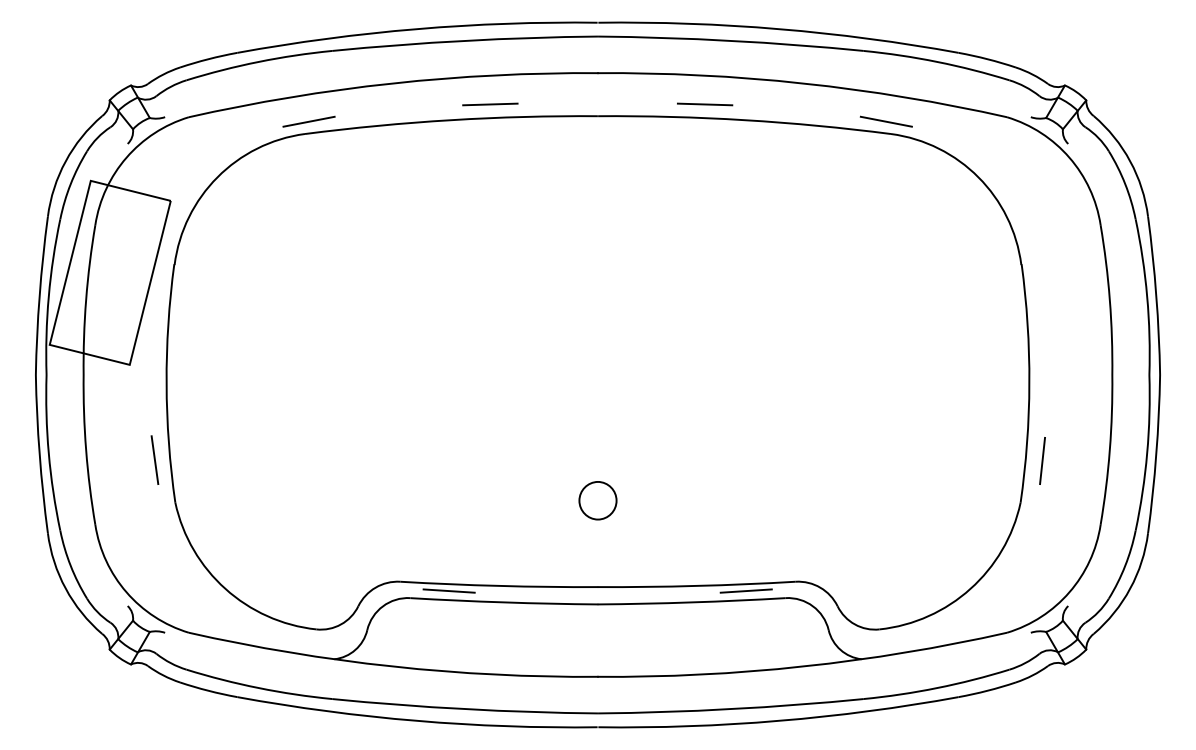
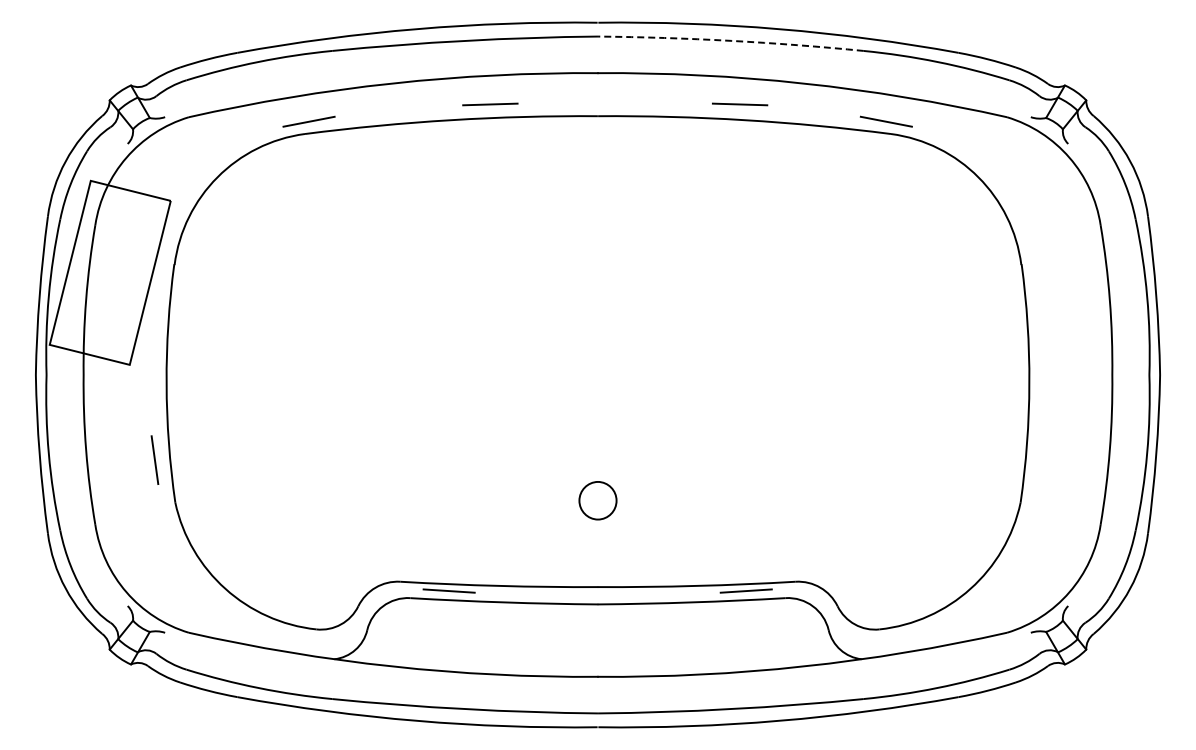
arc at (731, 40): solid -> dashed
line at (705, 104) position: (705, 104) -> (740, 104)
line at (1042, 460): present -> none
